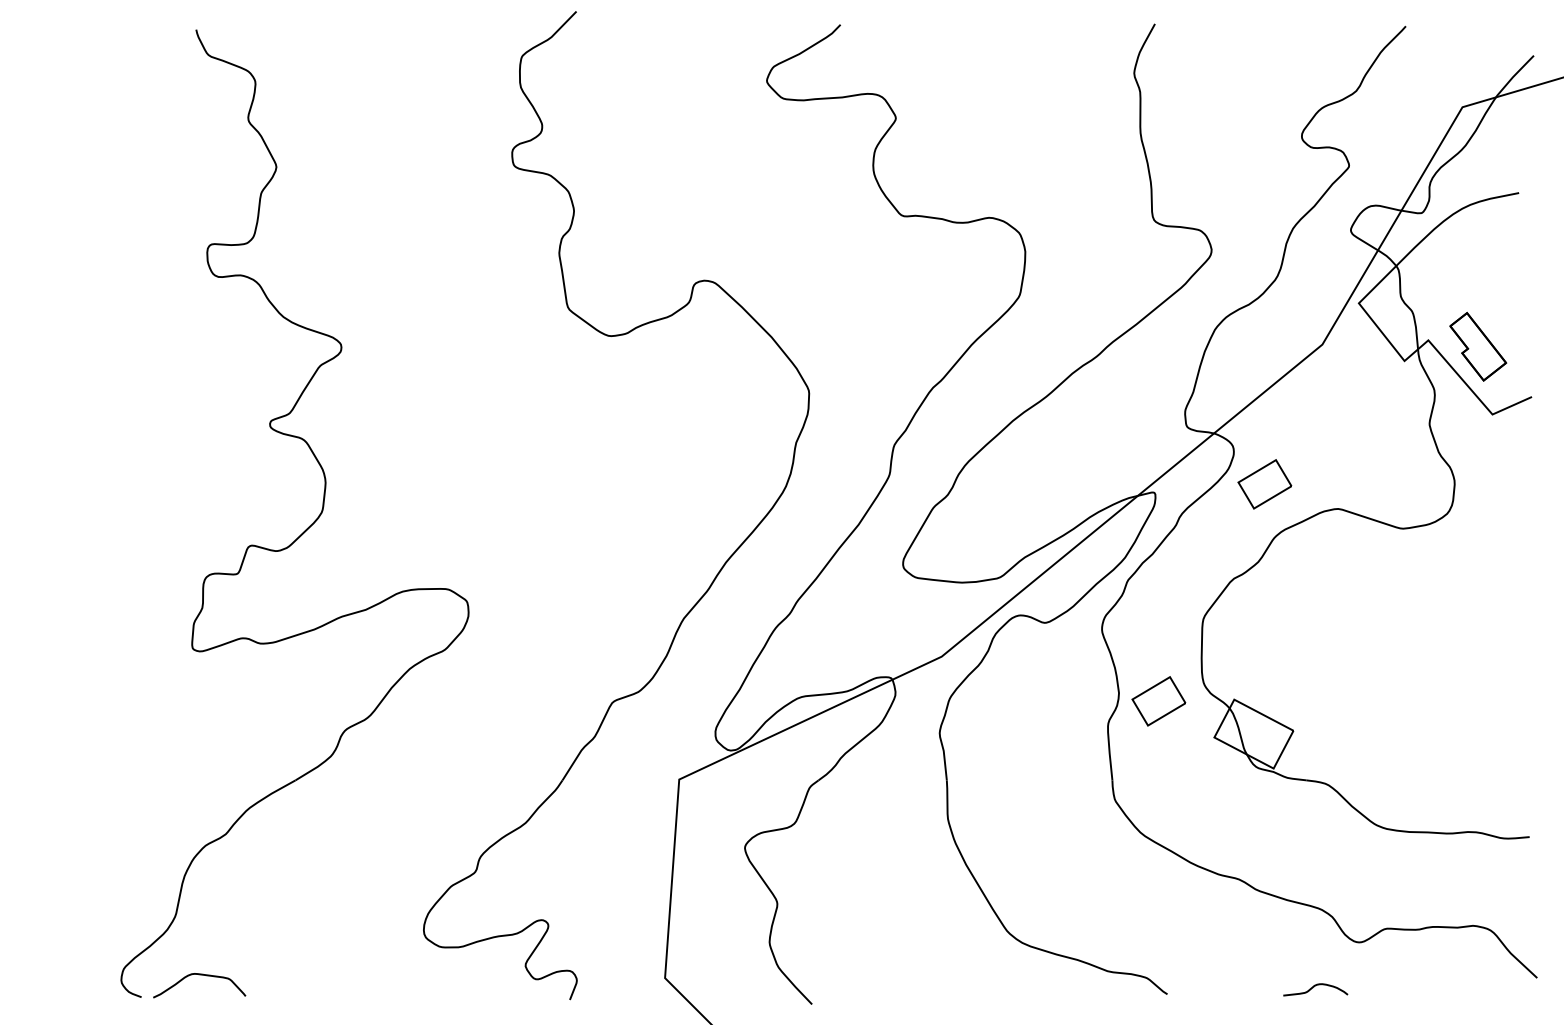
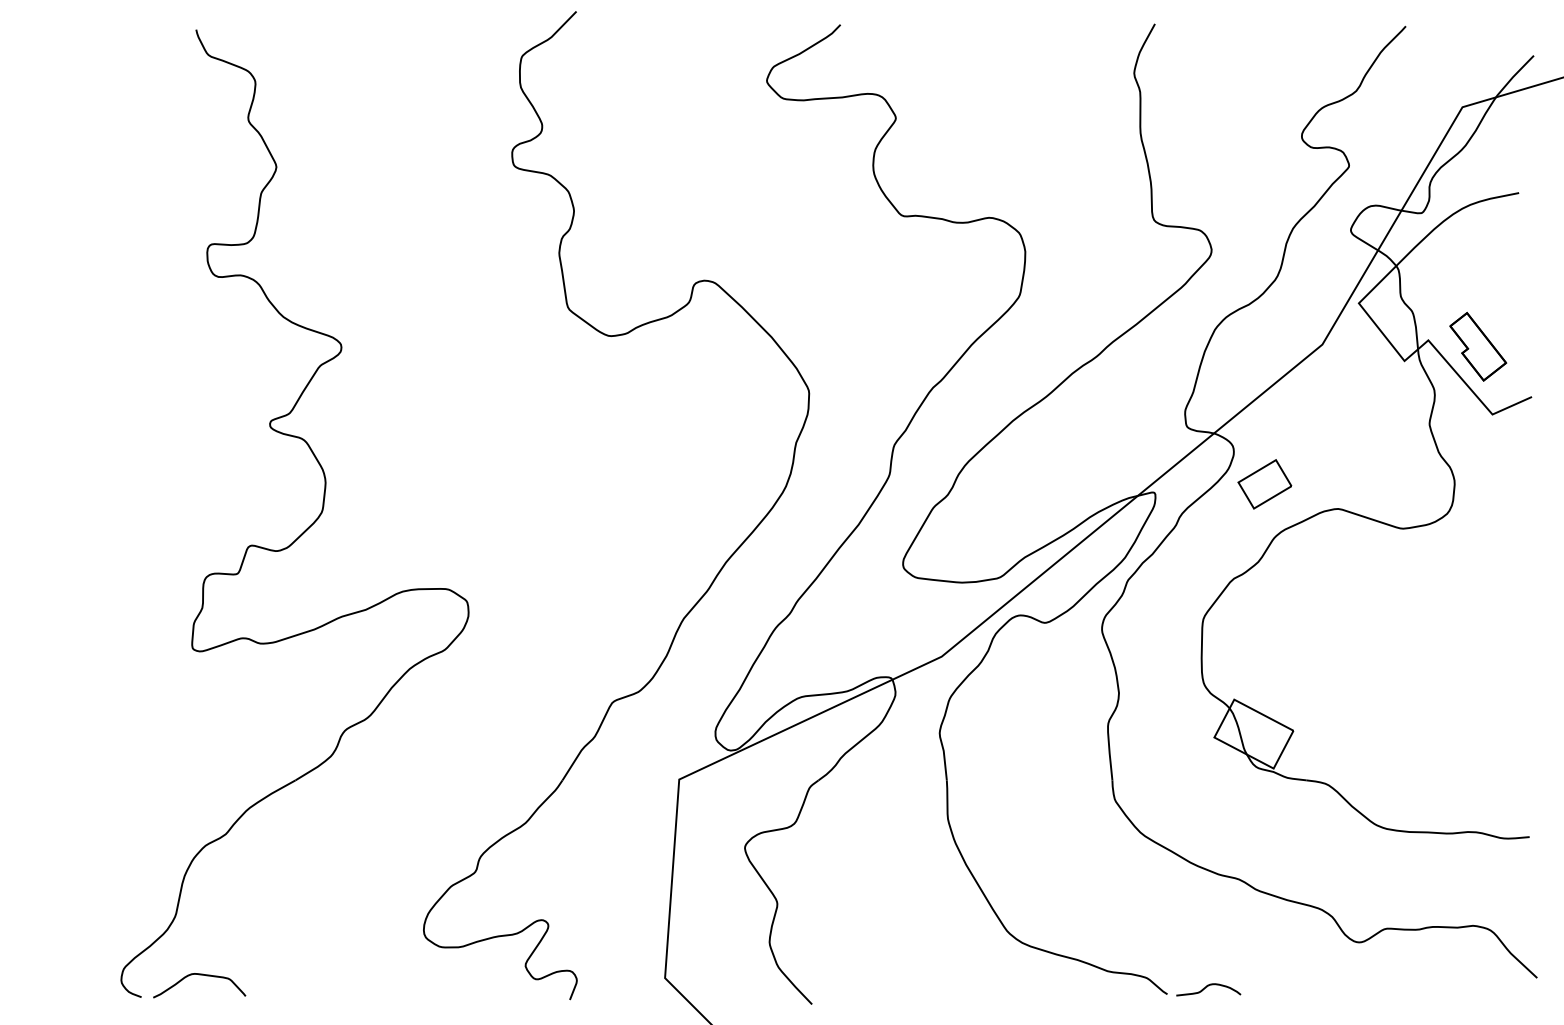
part at (1158, 701): present -> none
curve at (1314, 987) position: (1314, 987) -> (1207, 987)
